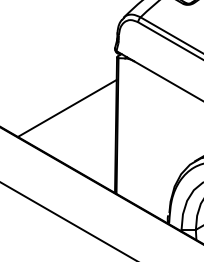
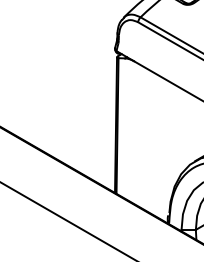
line at (66, 107): present -> none
